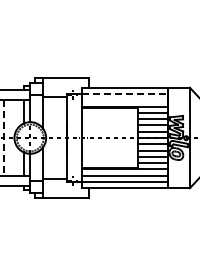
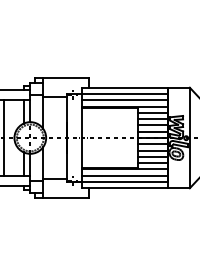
line at (125, 93): dashed -> solid
line at (124, 100): none -> present
line at (3, 138): dashed -> solid
